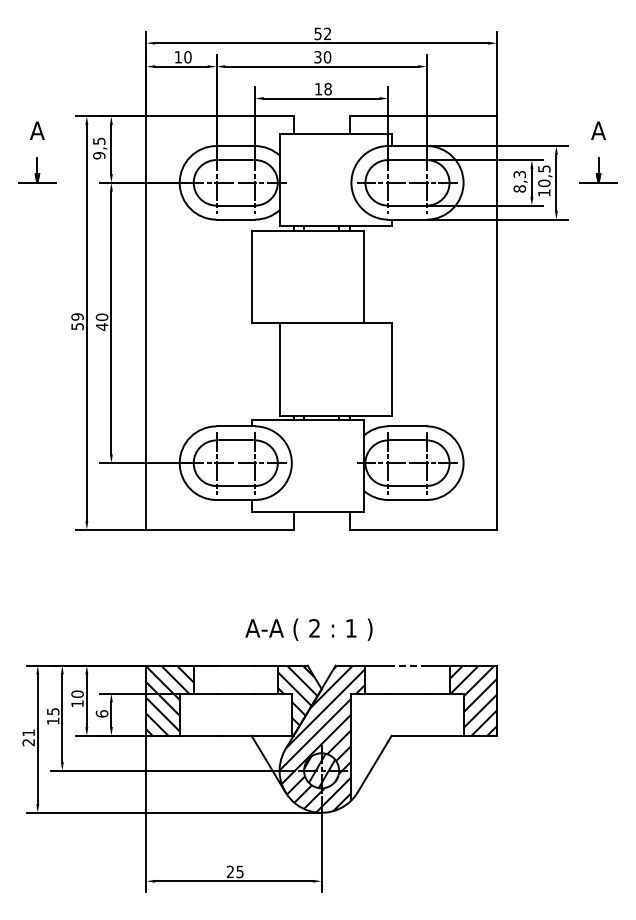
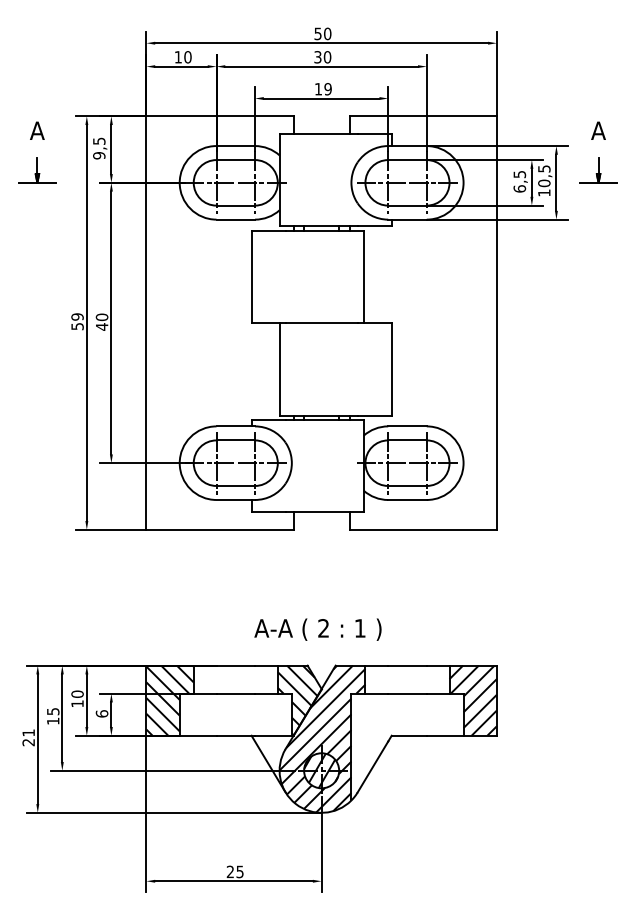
text at (327, 33): 52 -> 50
text at (327, 89): 18 -> 19
text at (519, 181): 8,3 -> 6,5
text at (308, 629) position: (308, 629) -> (317, 629)
line at (408, 665): dashed -> solid
